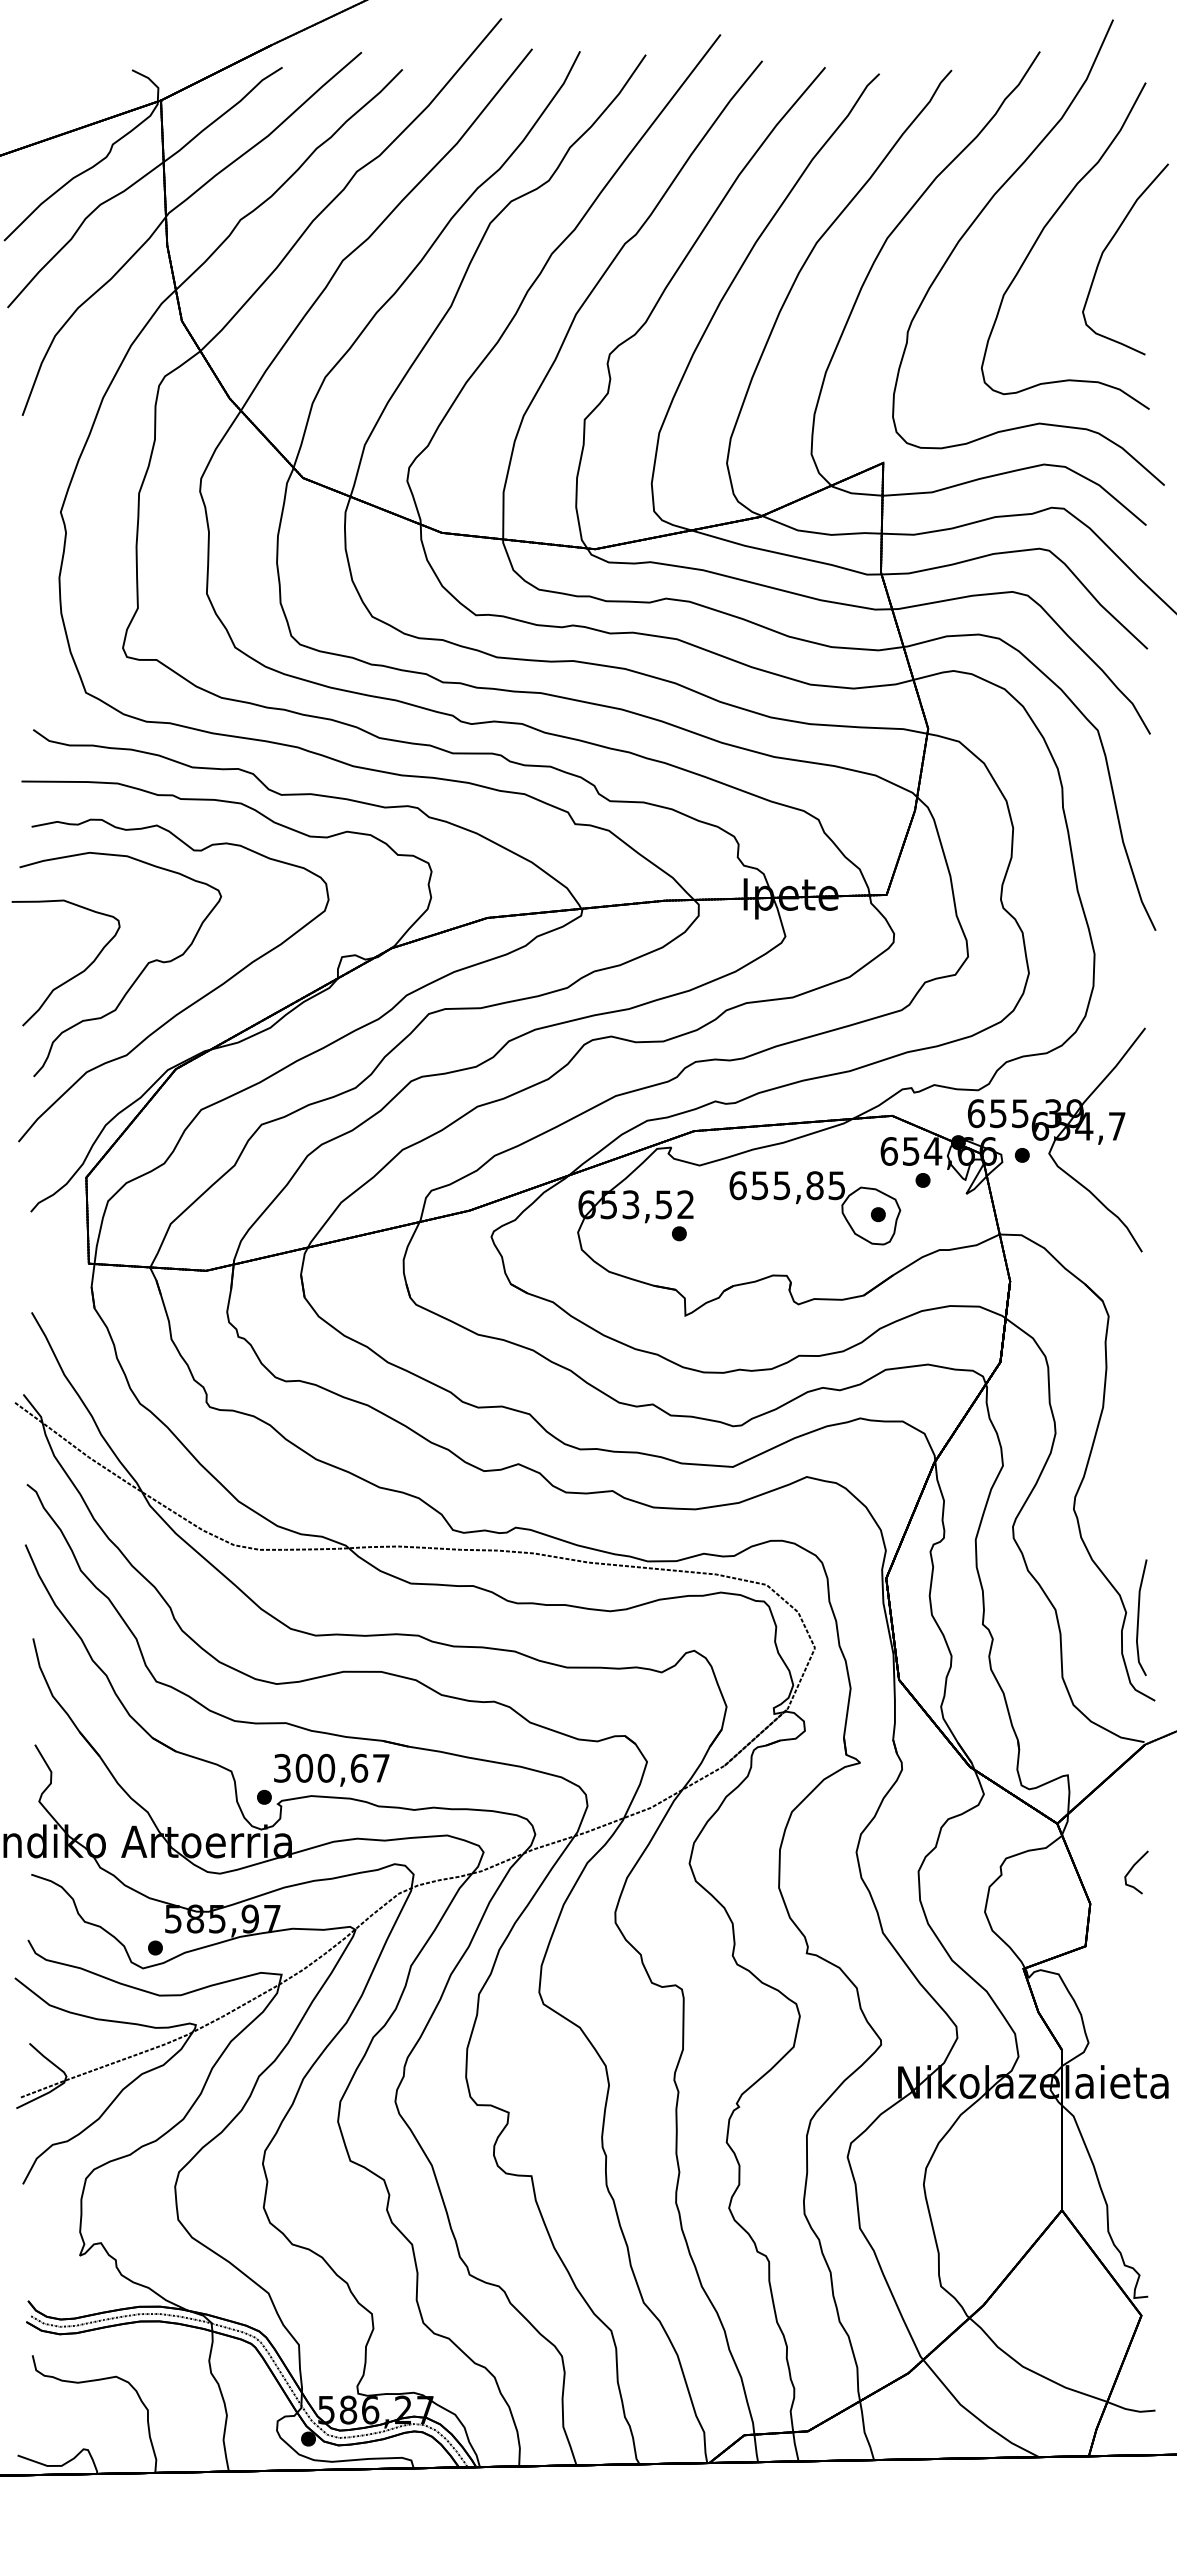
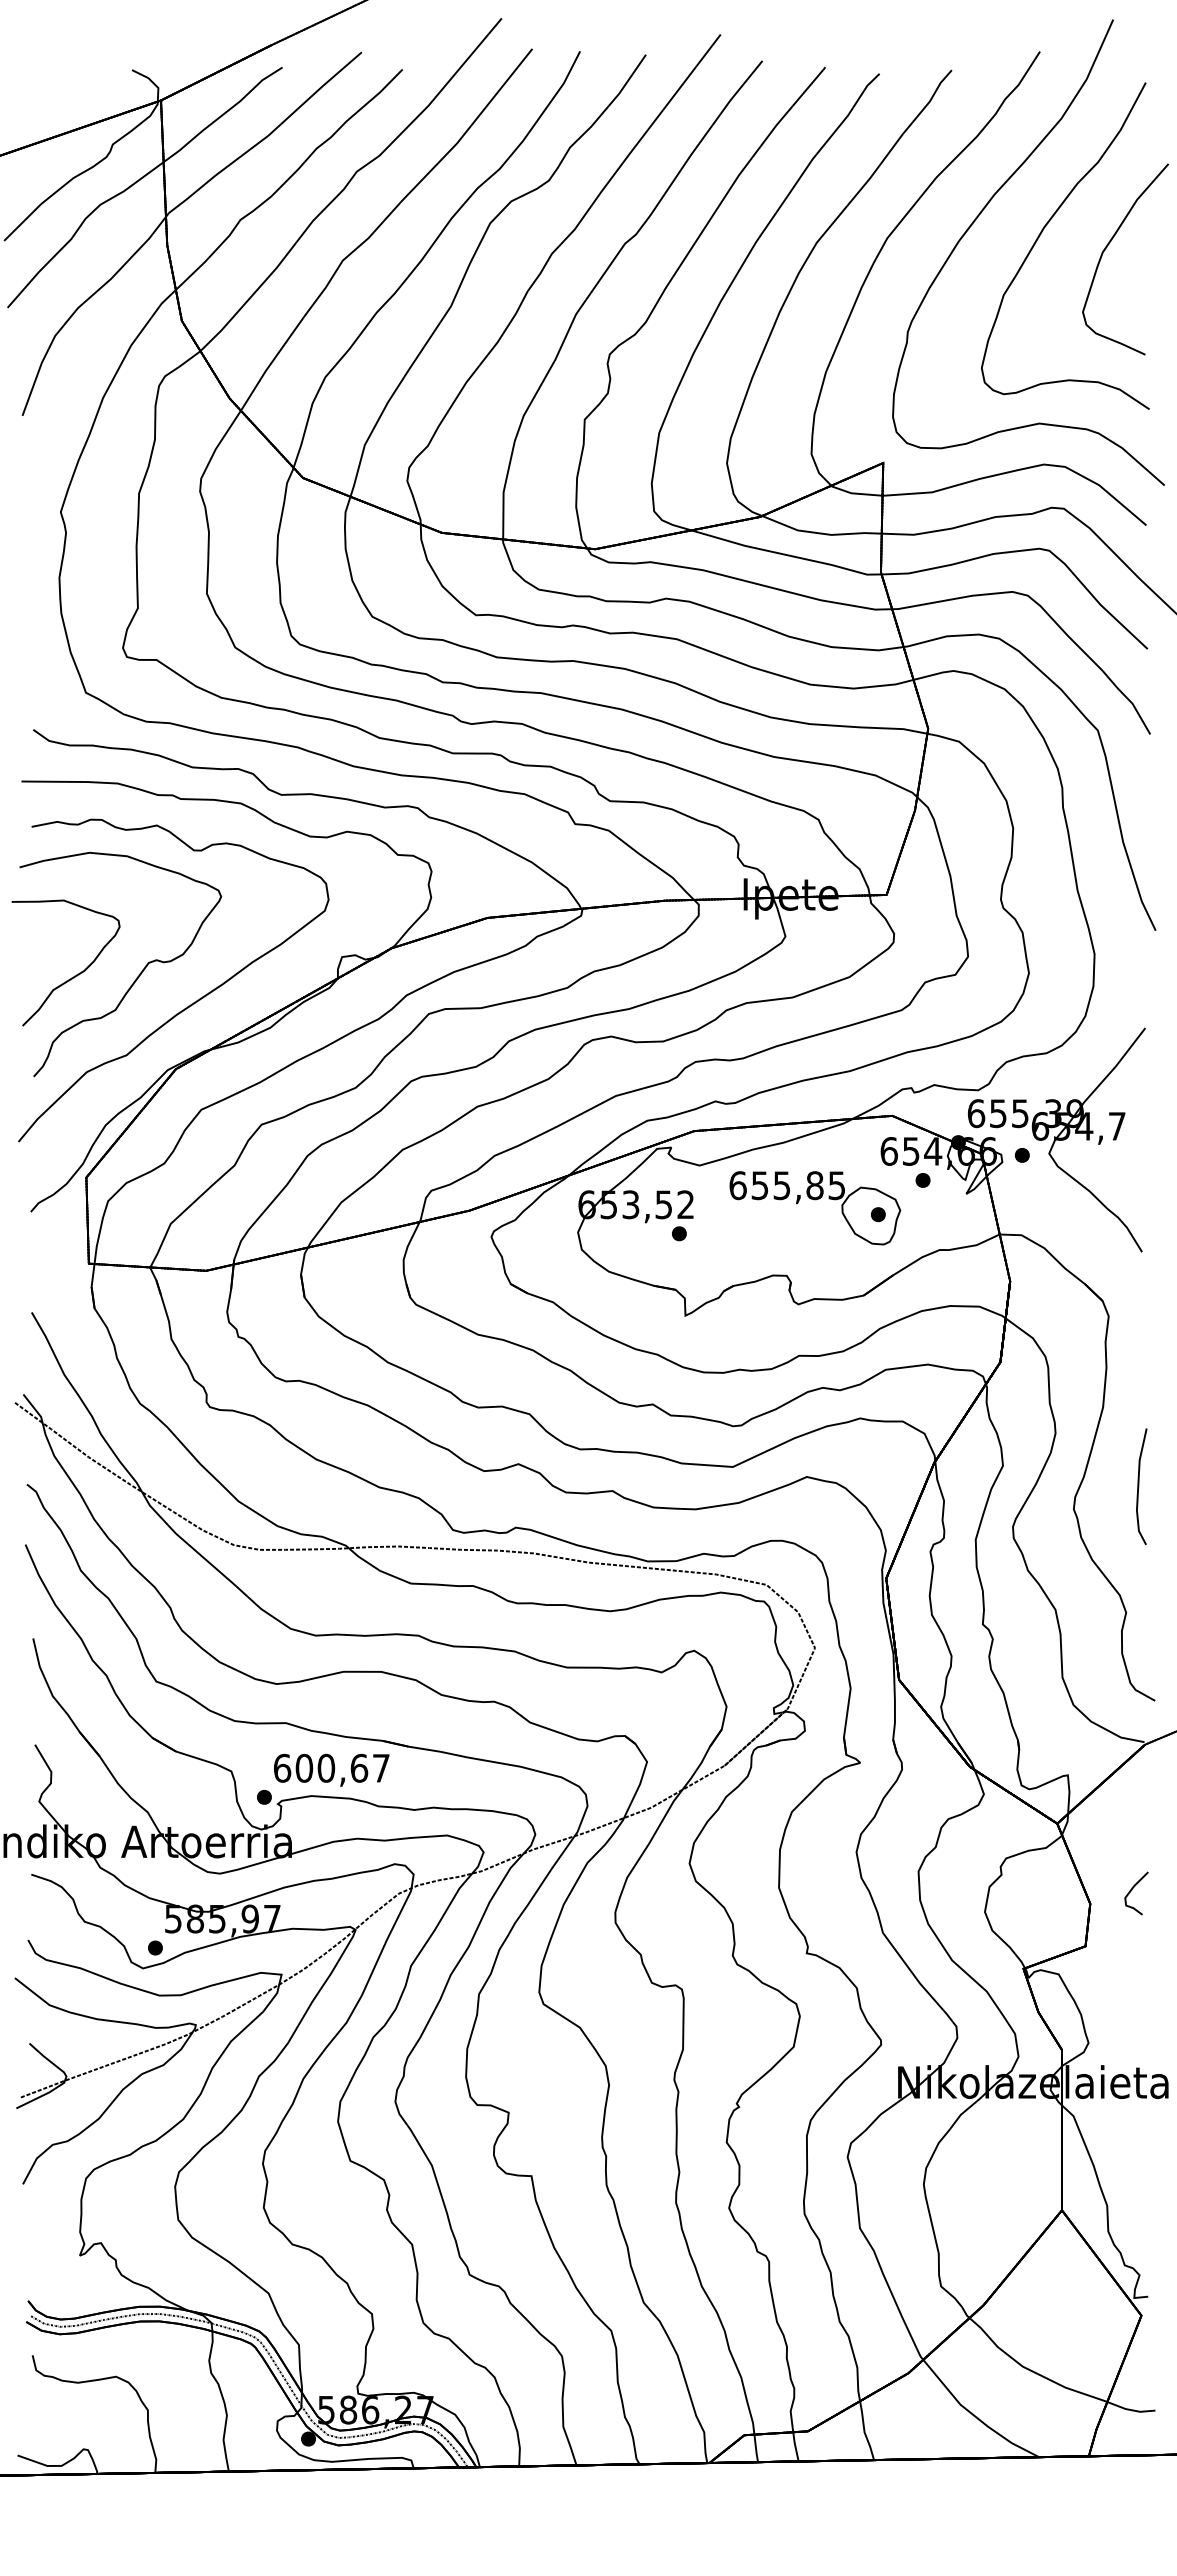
line at (1139, 1617) position: (1139, 1617) -> (1139, 1486)
text at (282, 1767): 300,67 -> 600,67
part at (1136, 1872) position: (1136, 1872) -> (1136, 1893)
